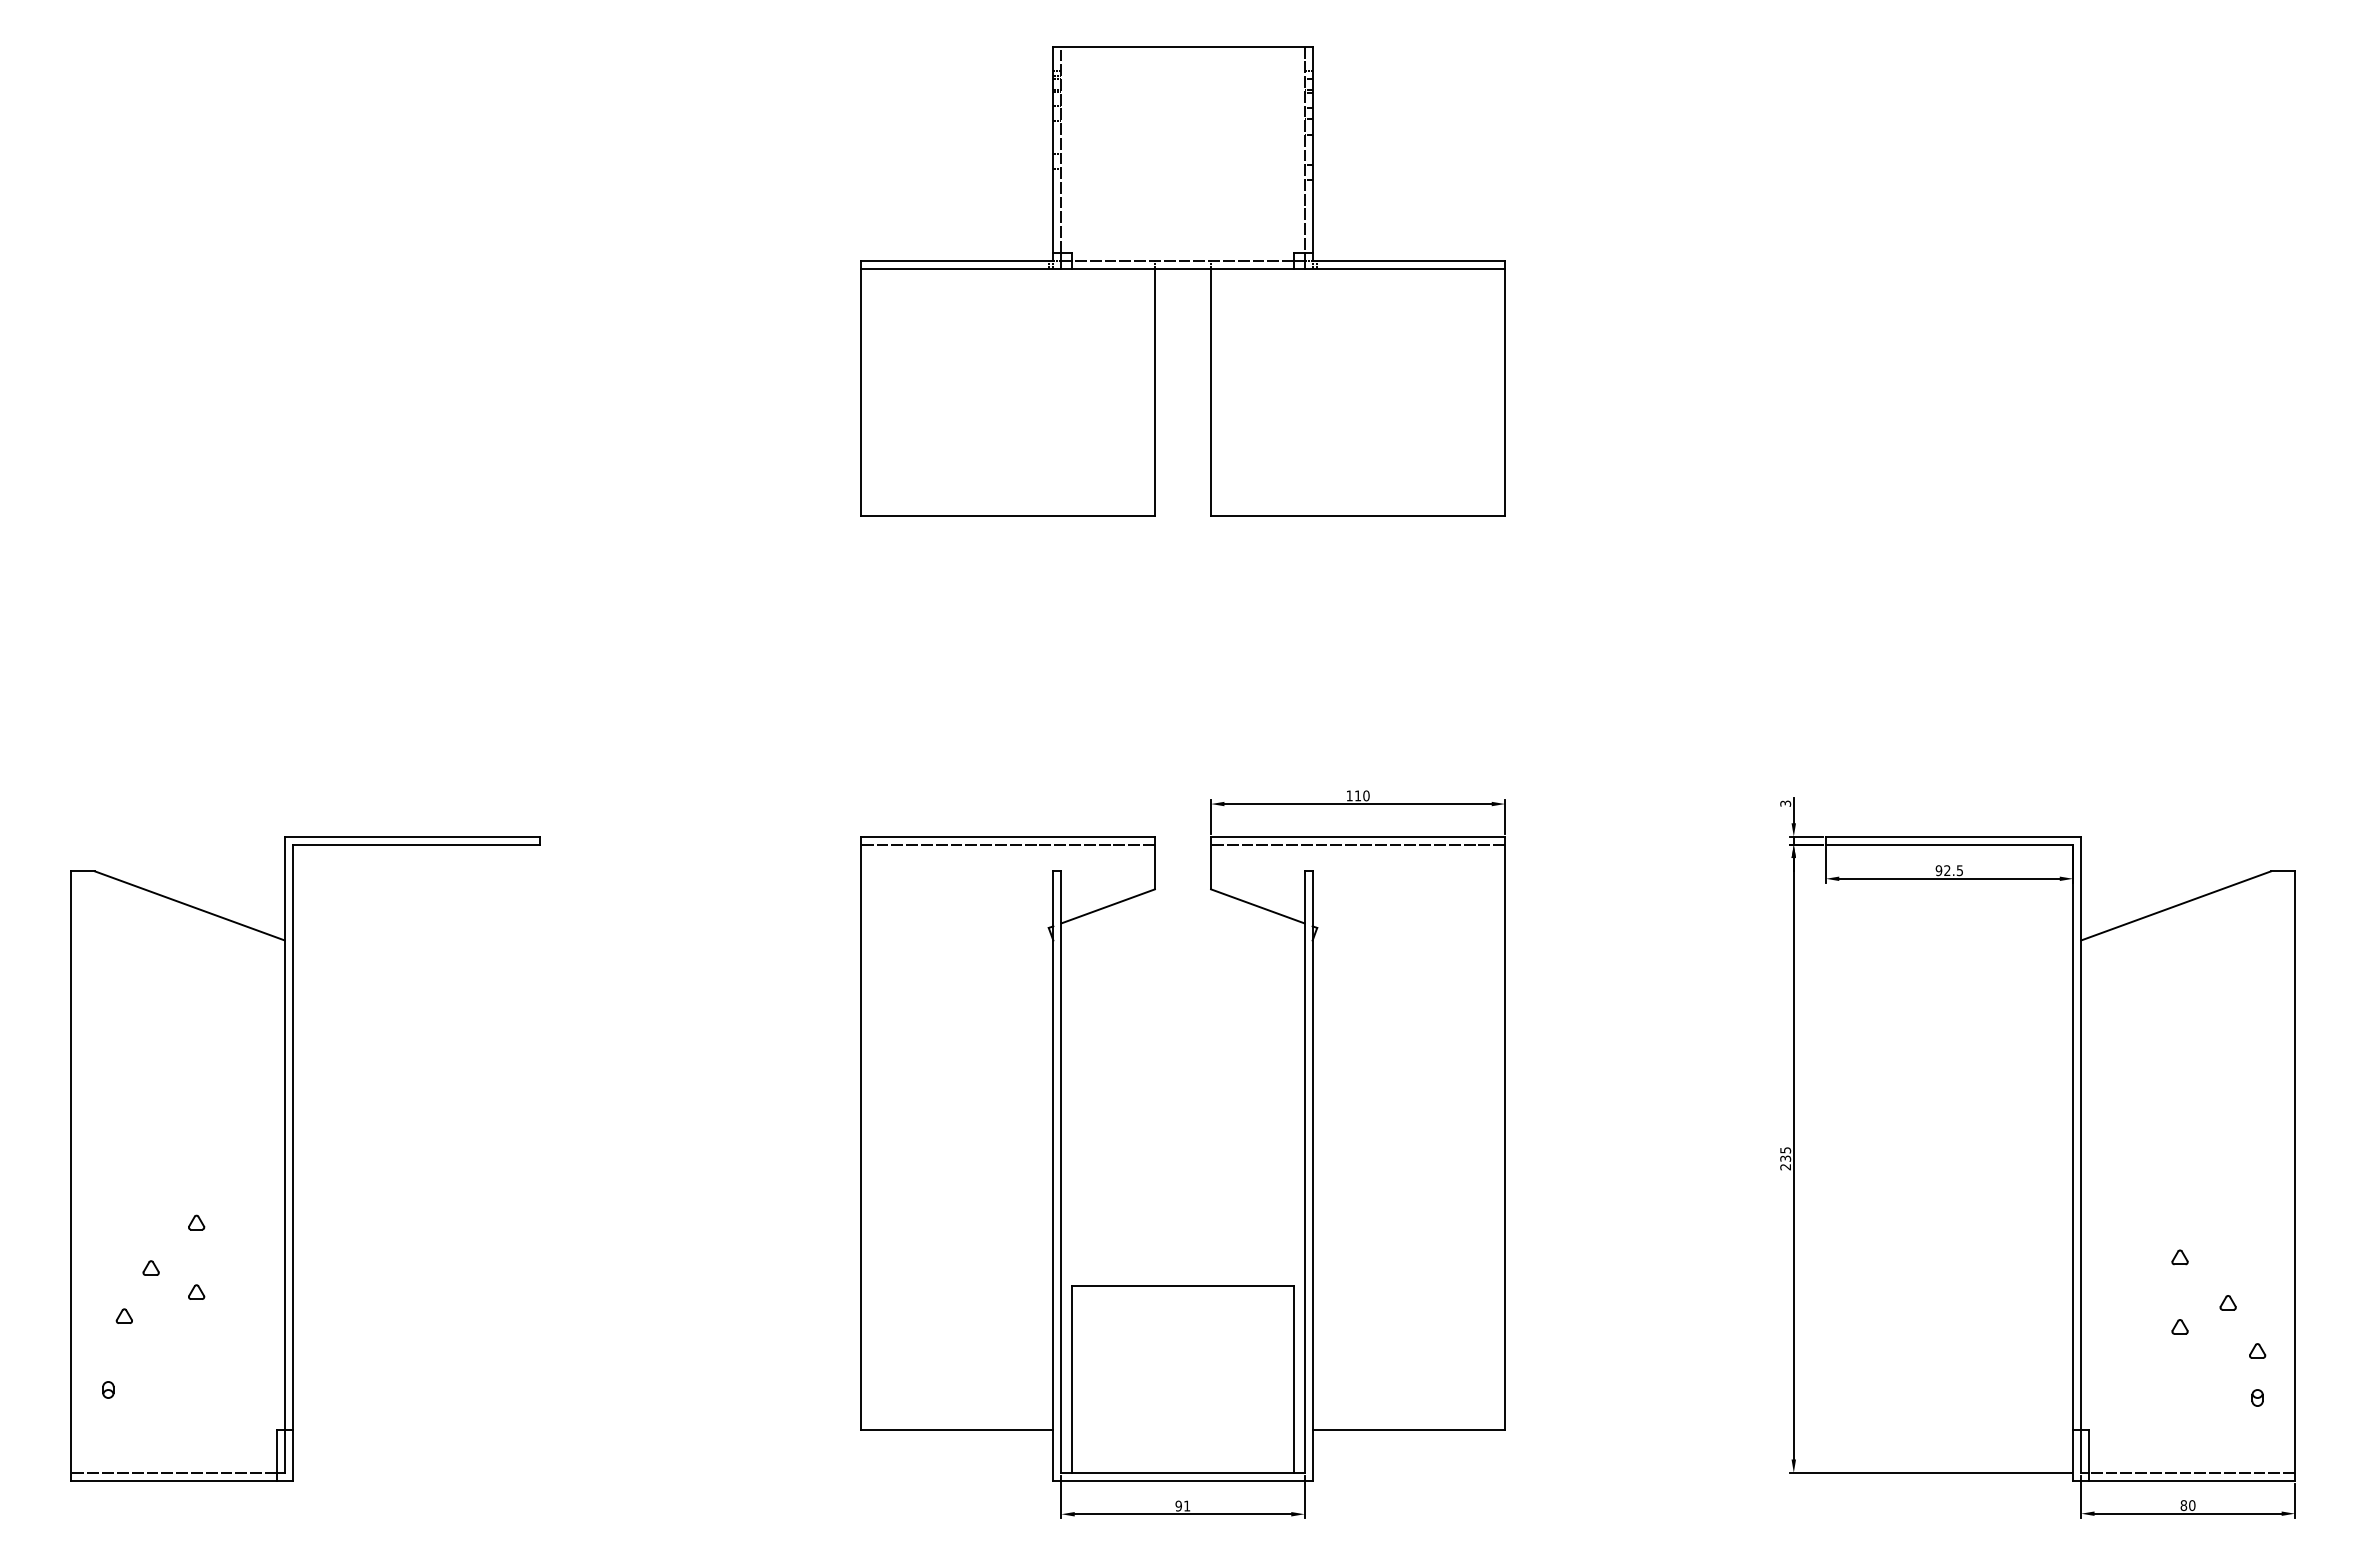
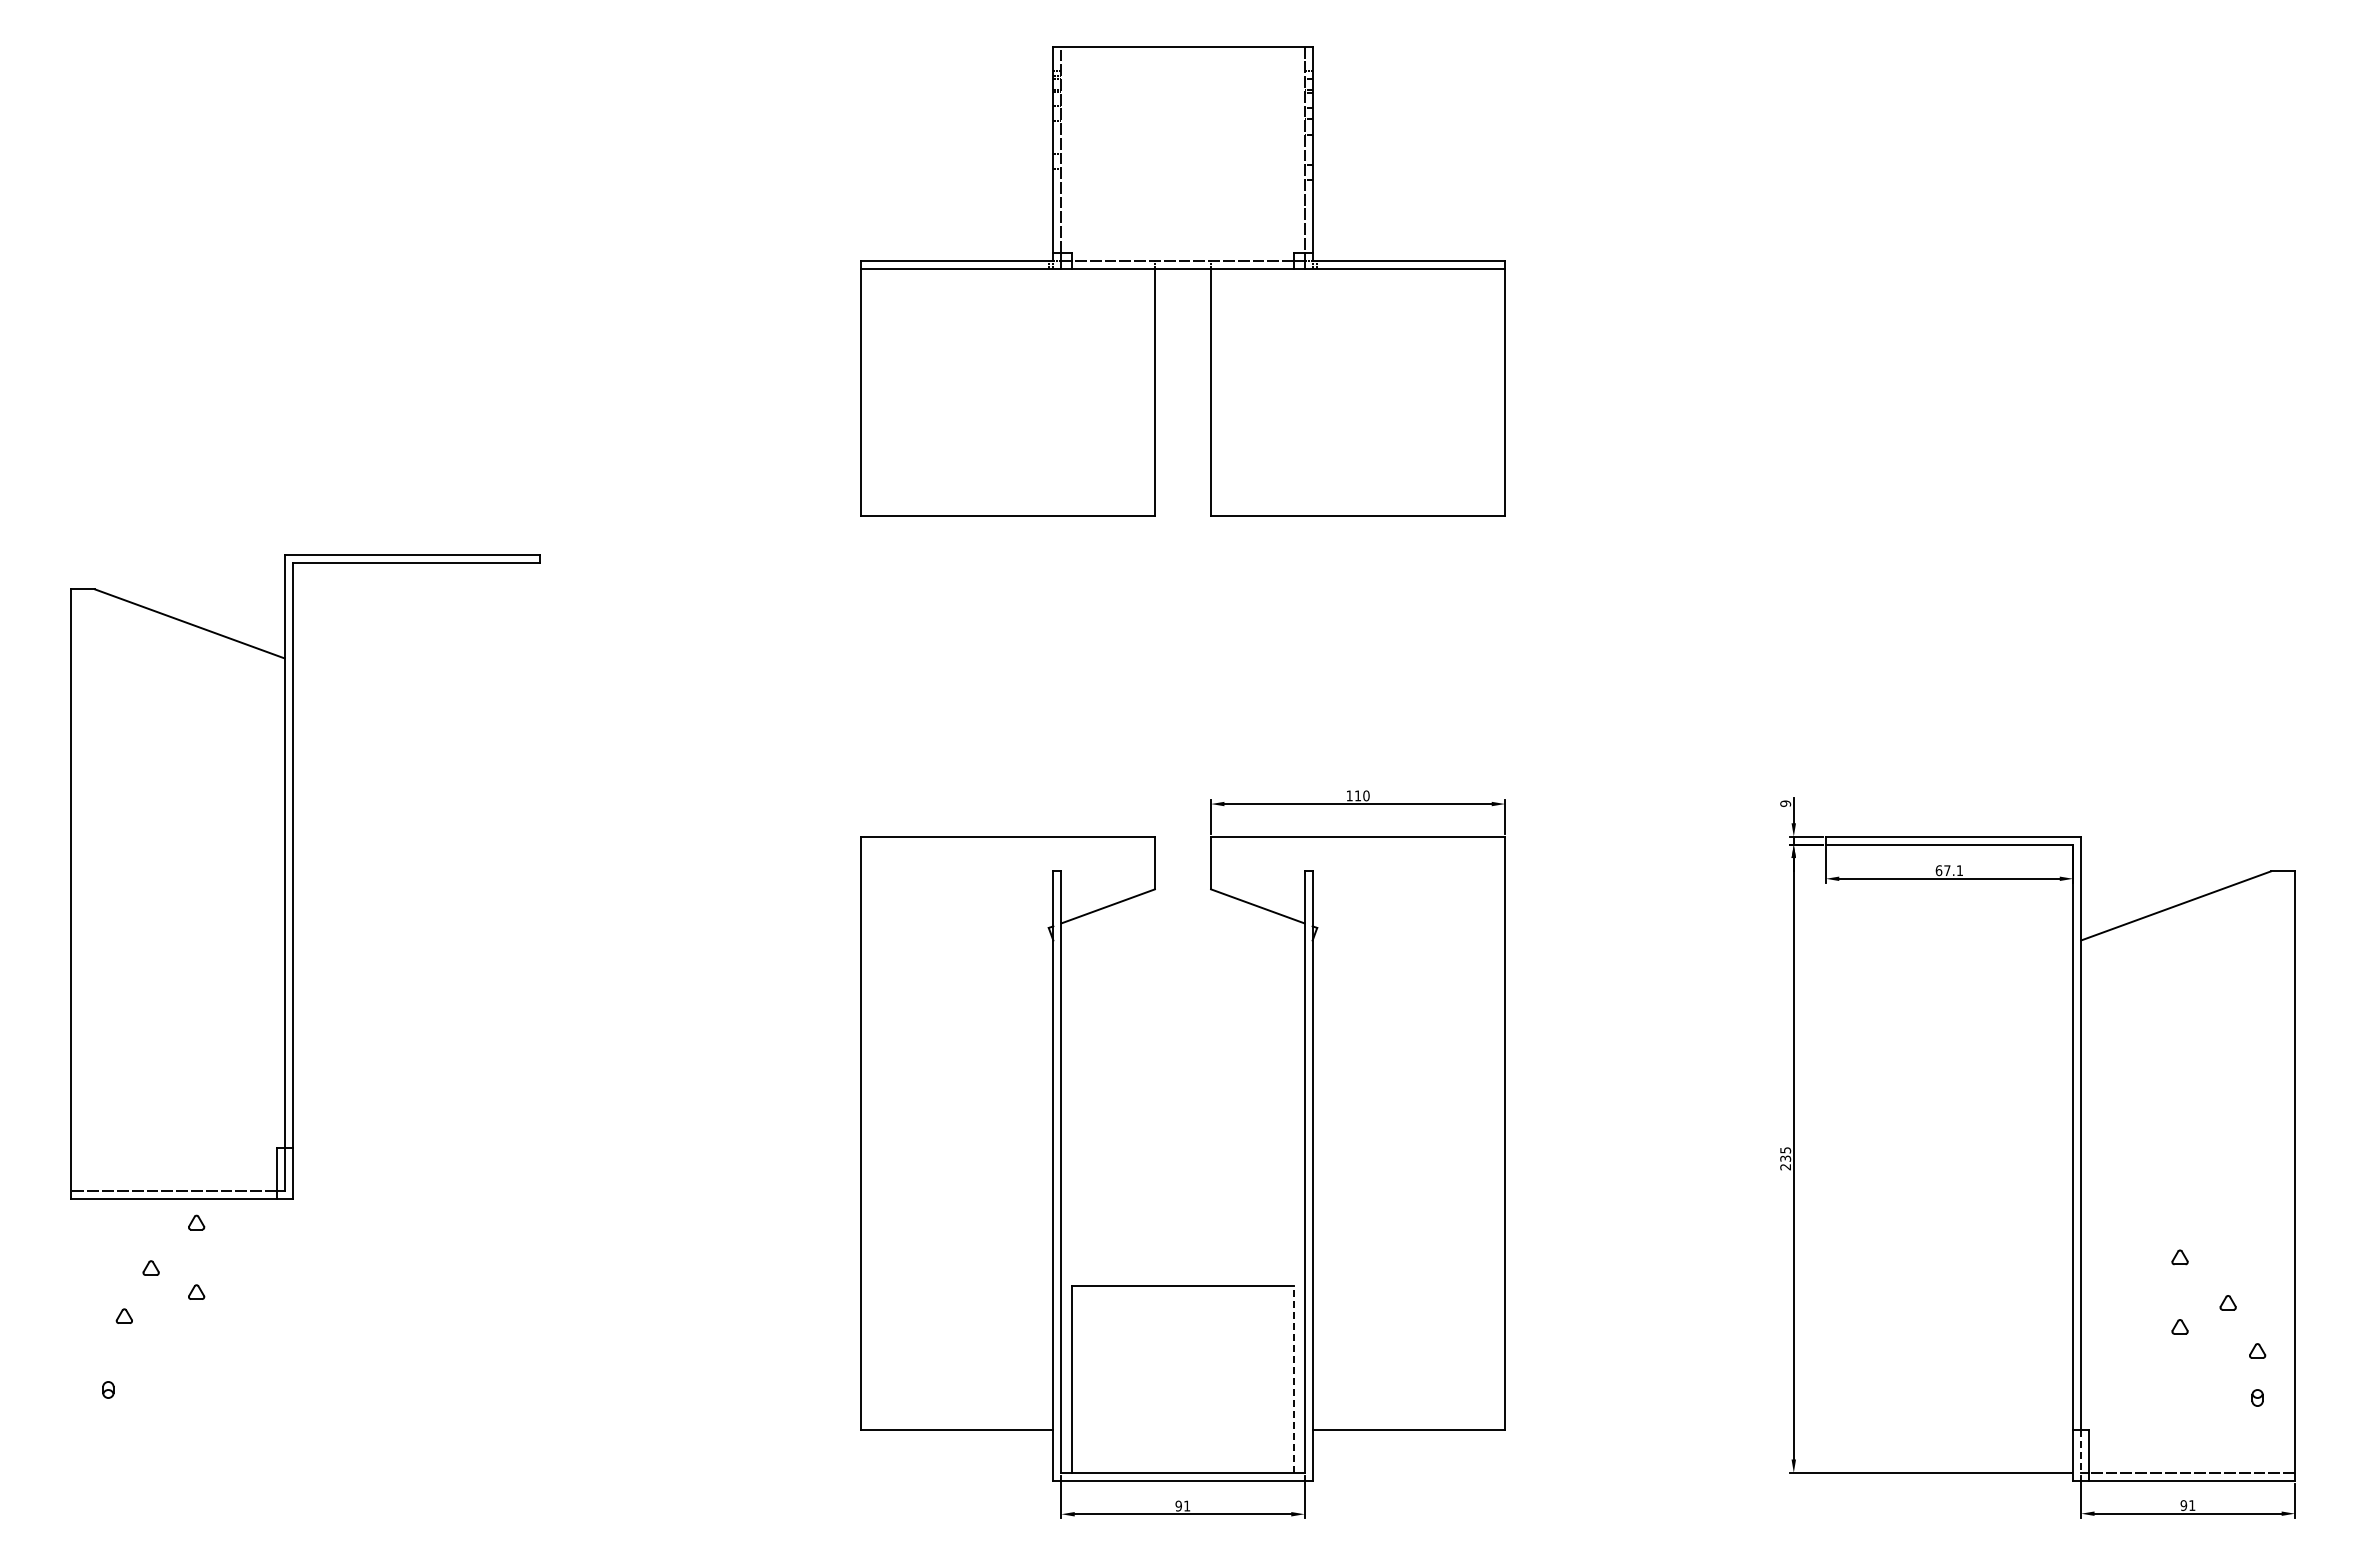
text at (1785, 803): 3 -> 9
line at (1007, 844): present -> none
line at (1358, 844): present -> none
text at (1948, 870): 92.5 -> 67.1
part at (293, 1158) position: (293, 1158) -> (293, 876)
line at (1293, 1379): solid -> dashed
line at (2081, 1451): solid -> dashed
text at (2187, 1505): 80 -> 91
